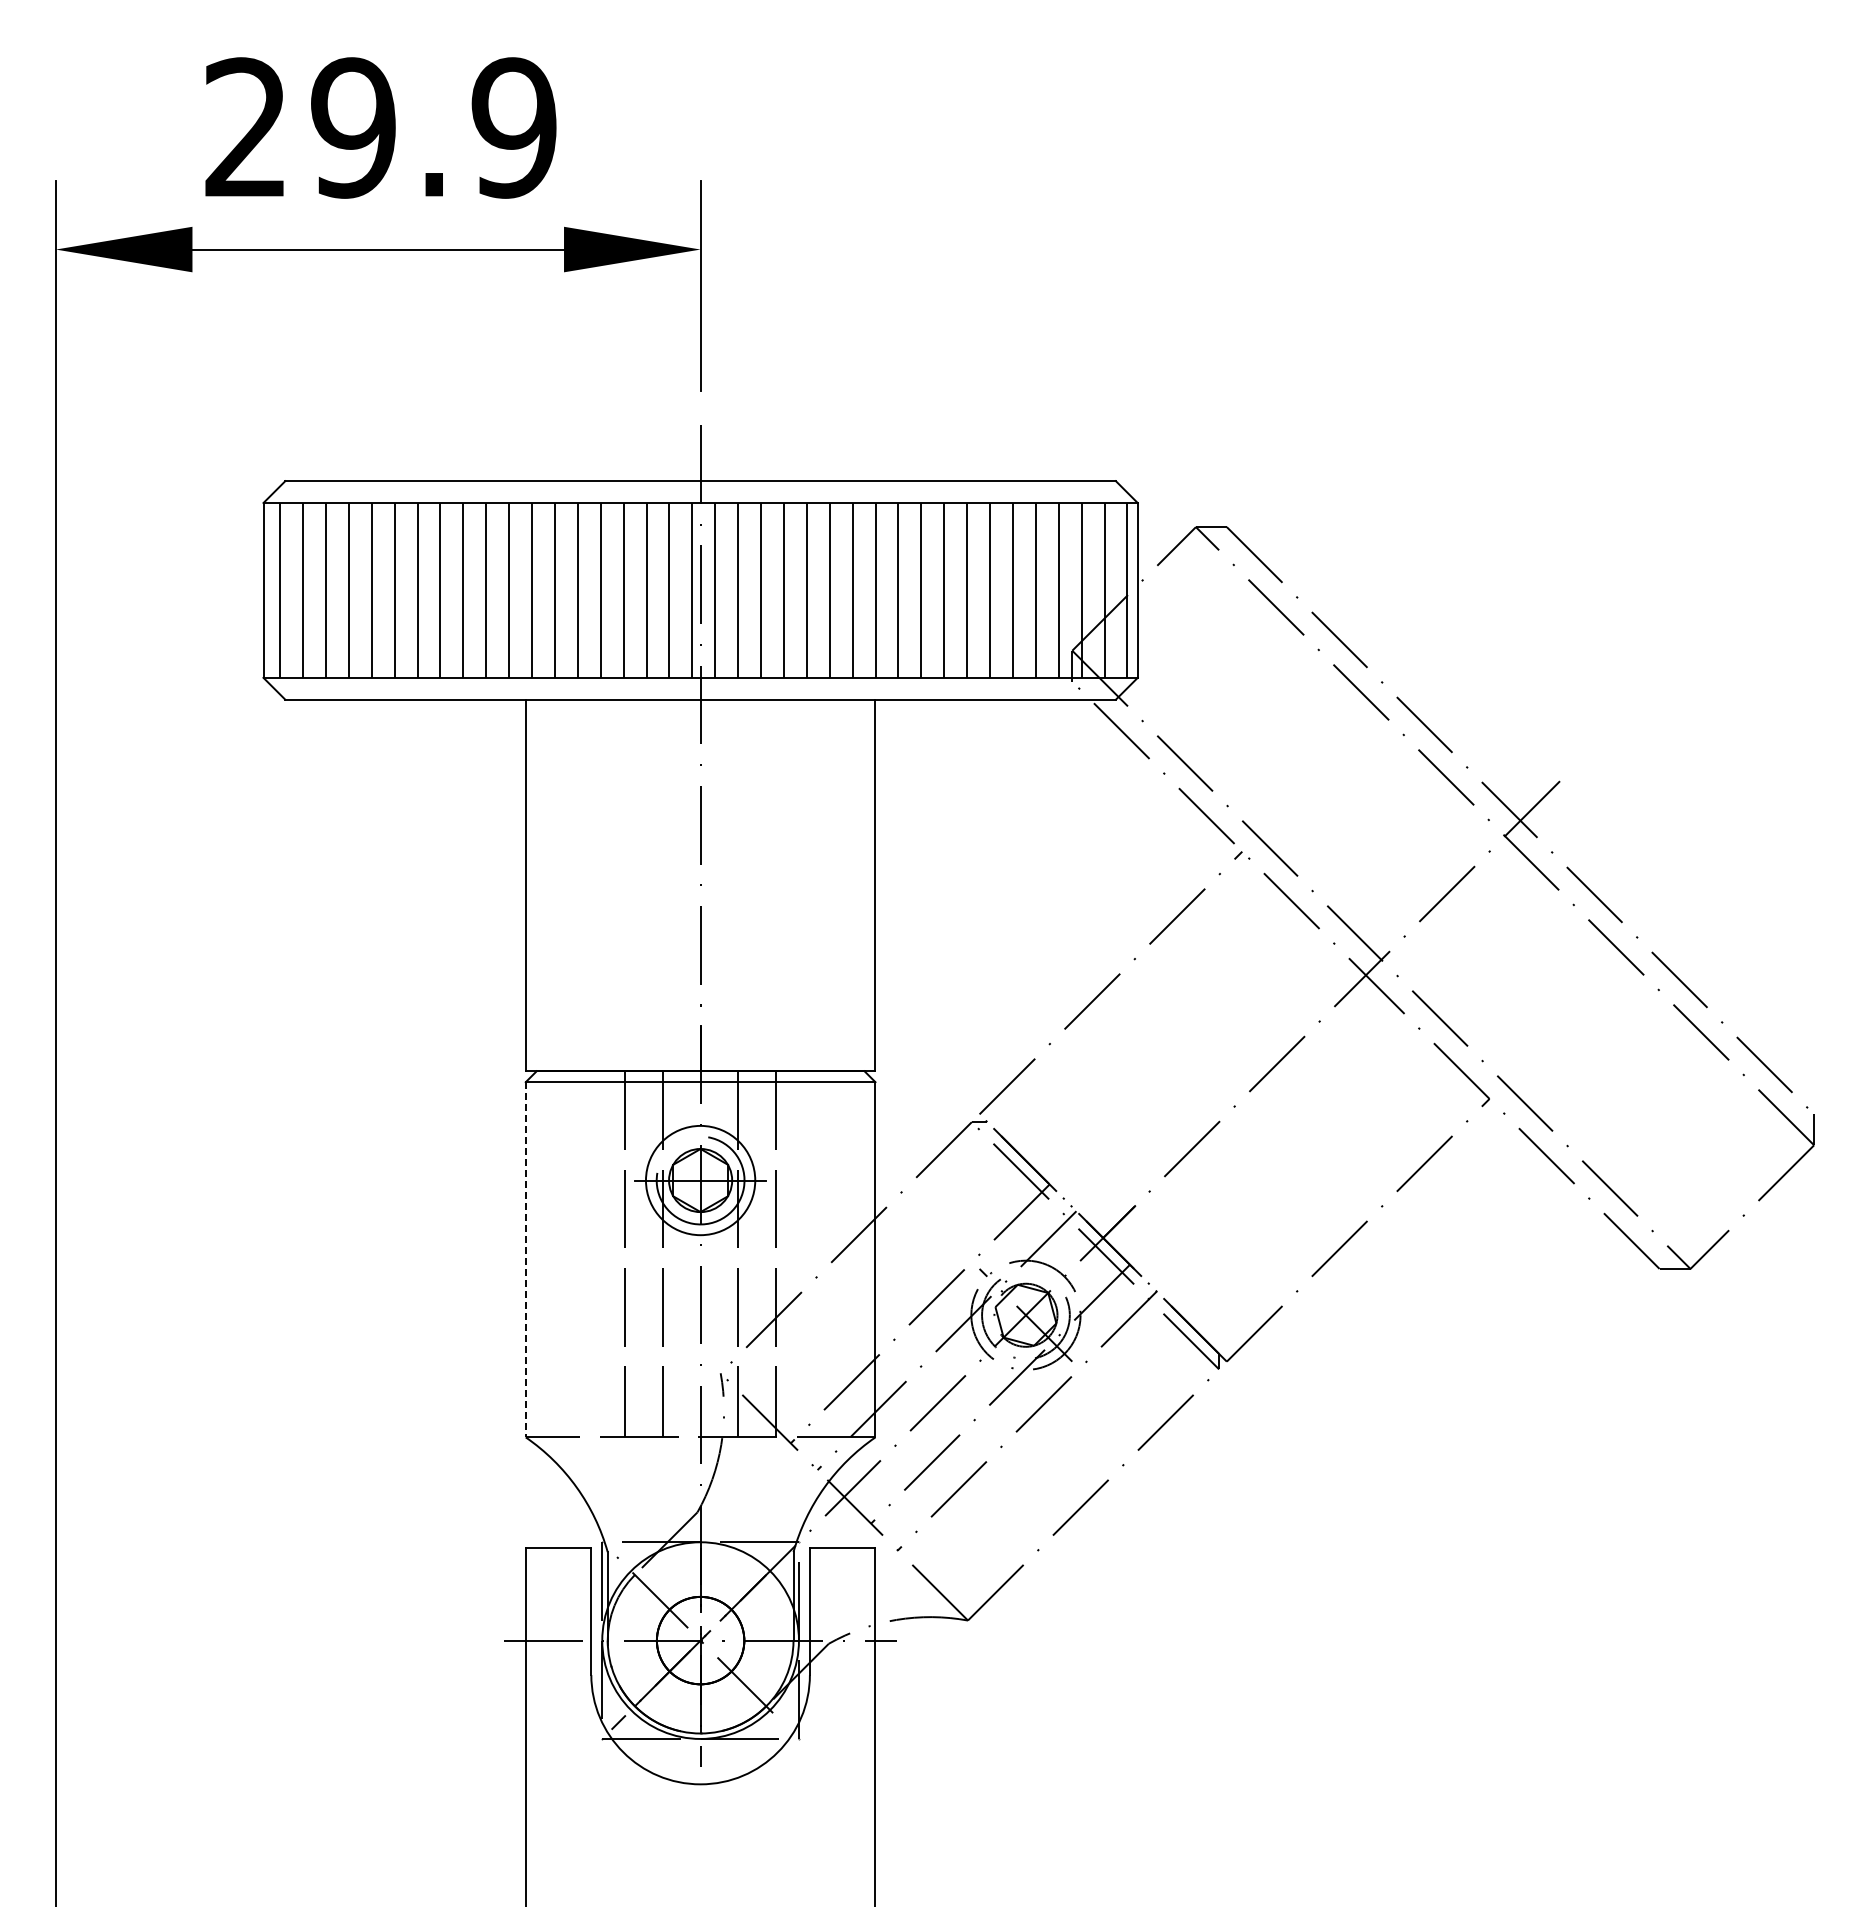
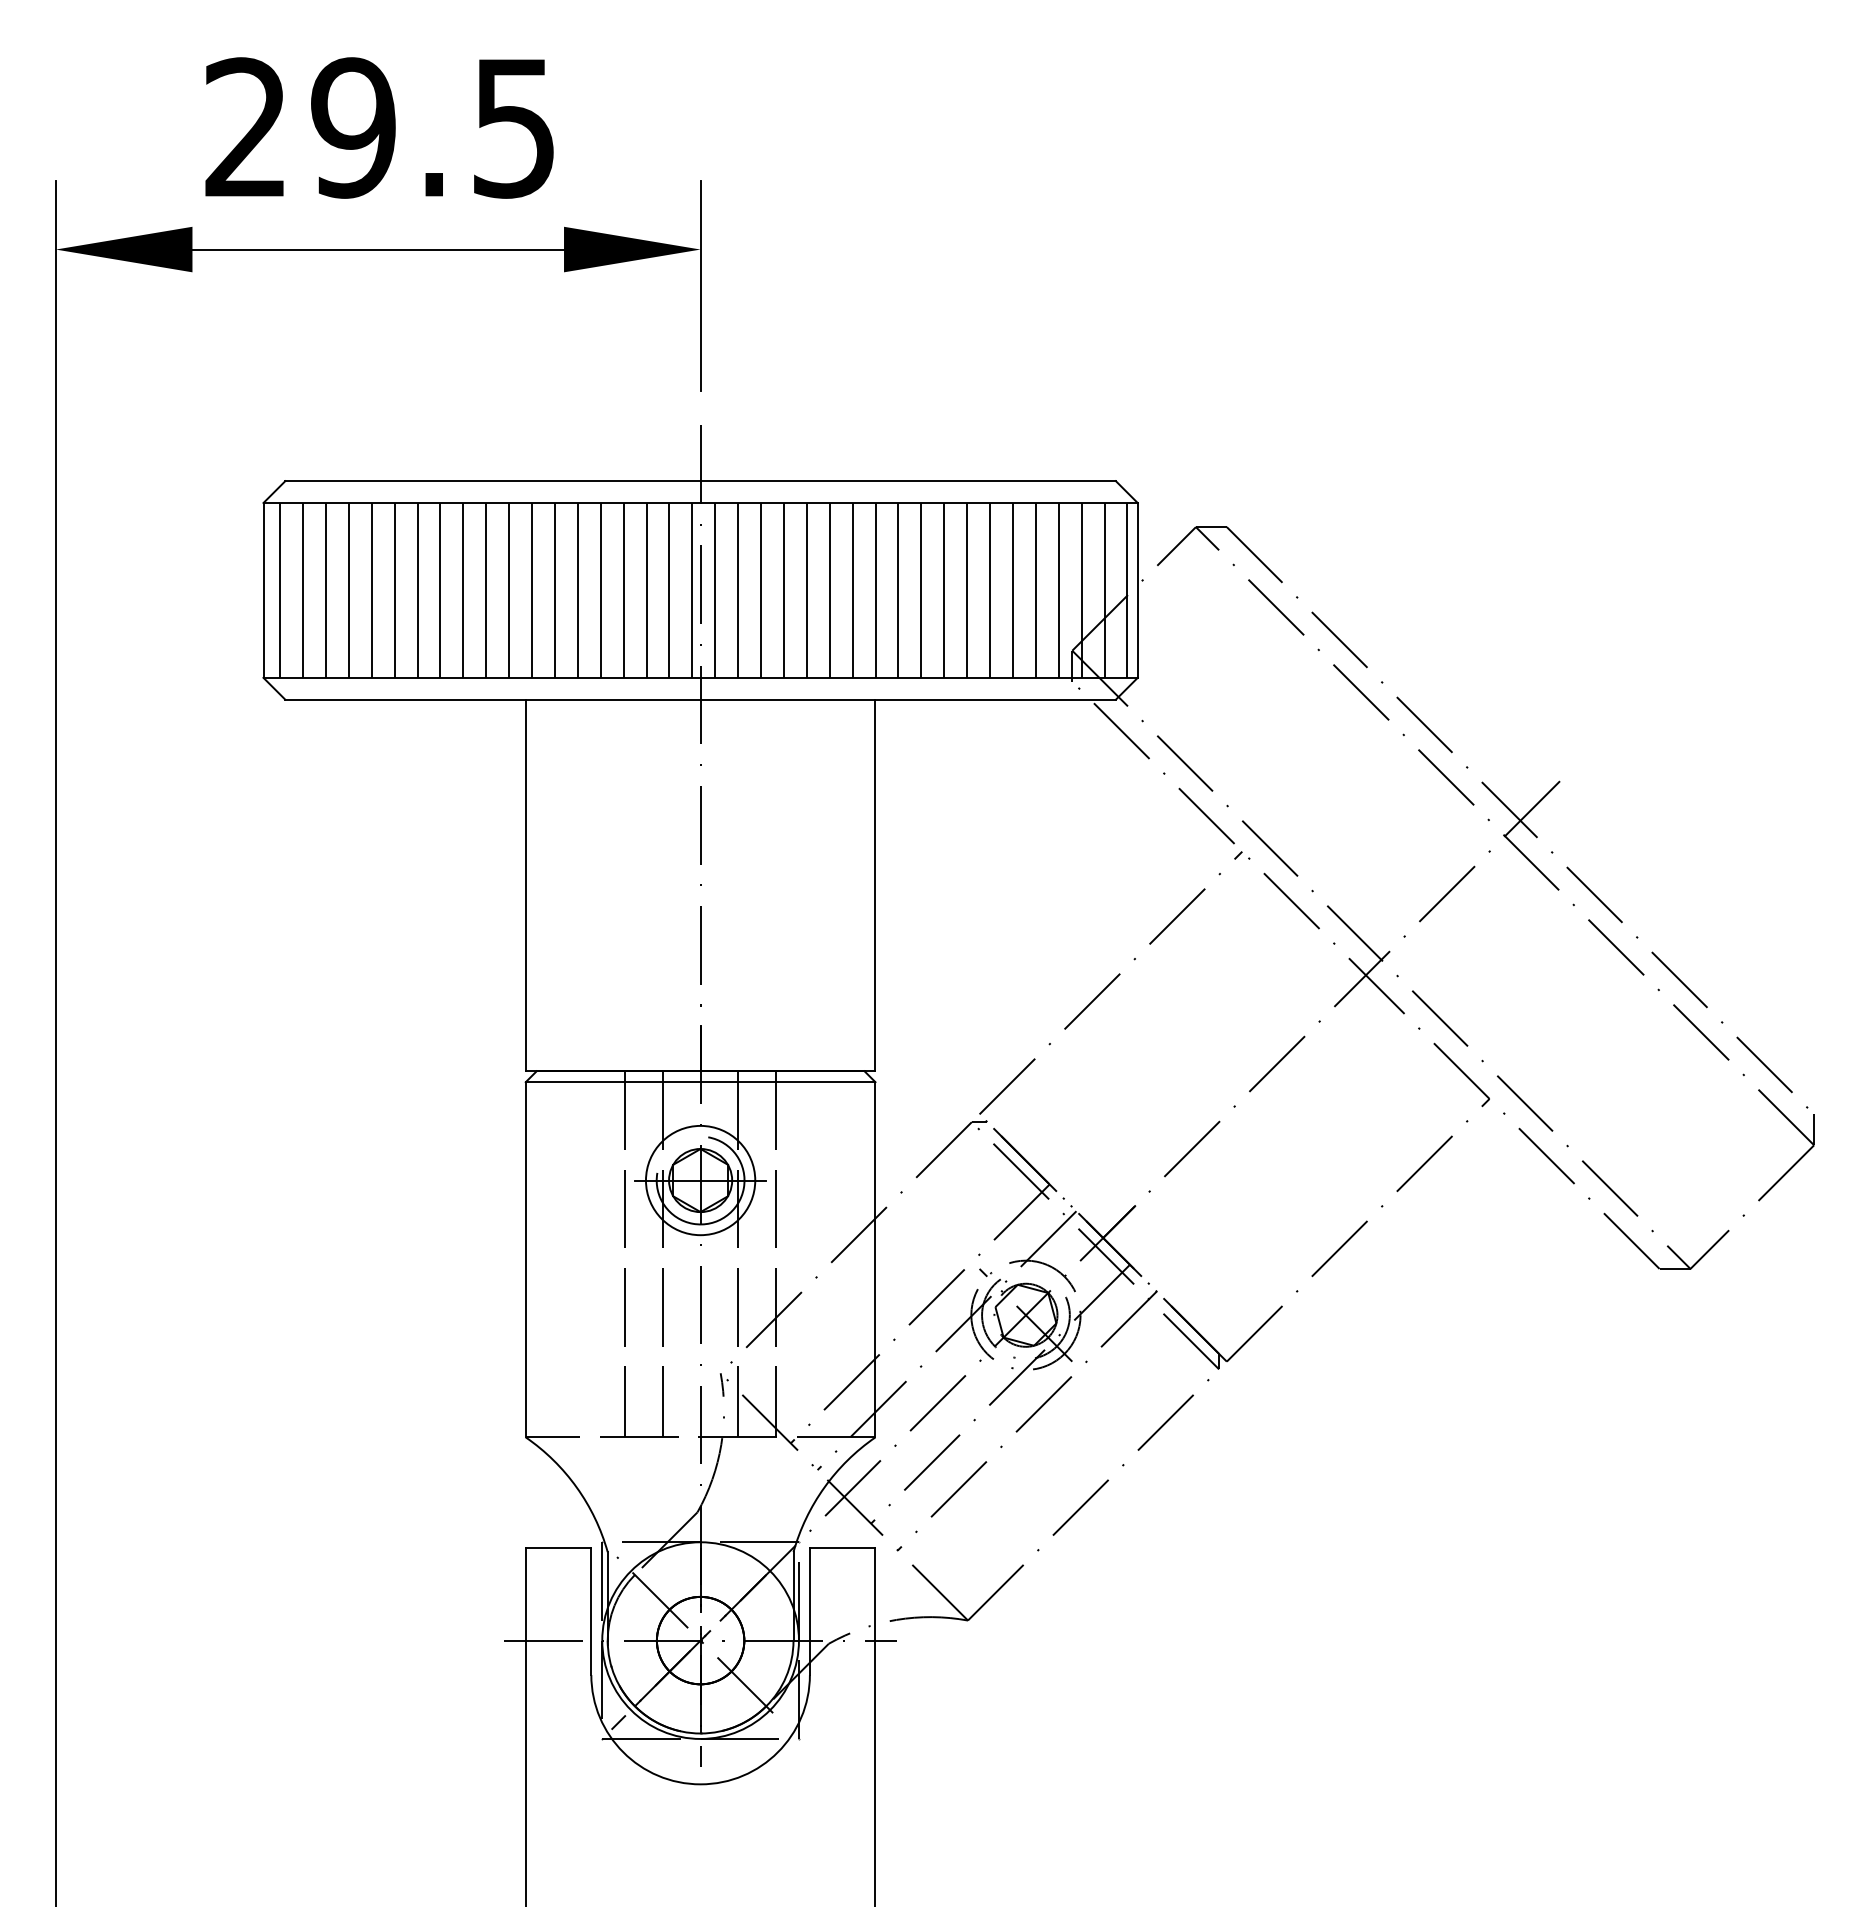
text at (513, 127): 29.9 -> 29.5
line at (525, 1259): dashed -> solid
